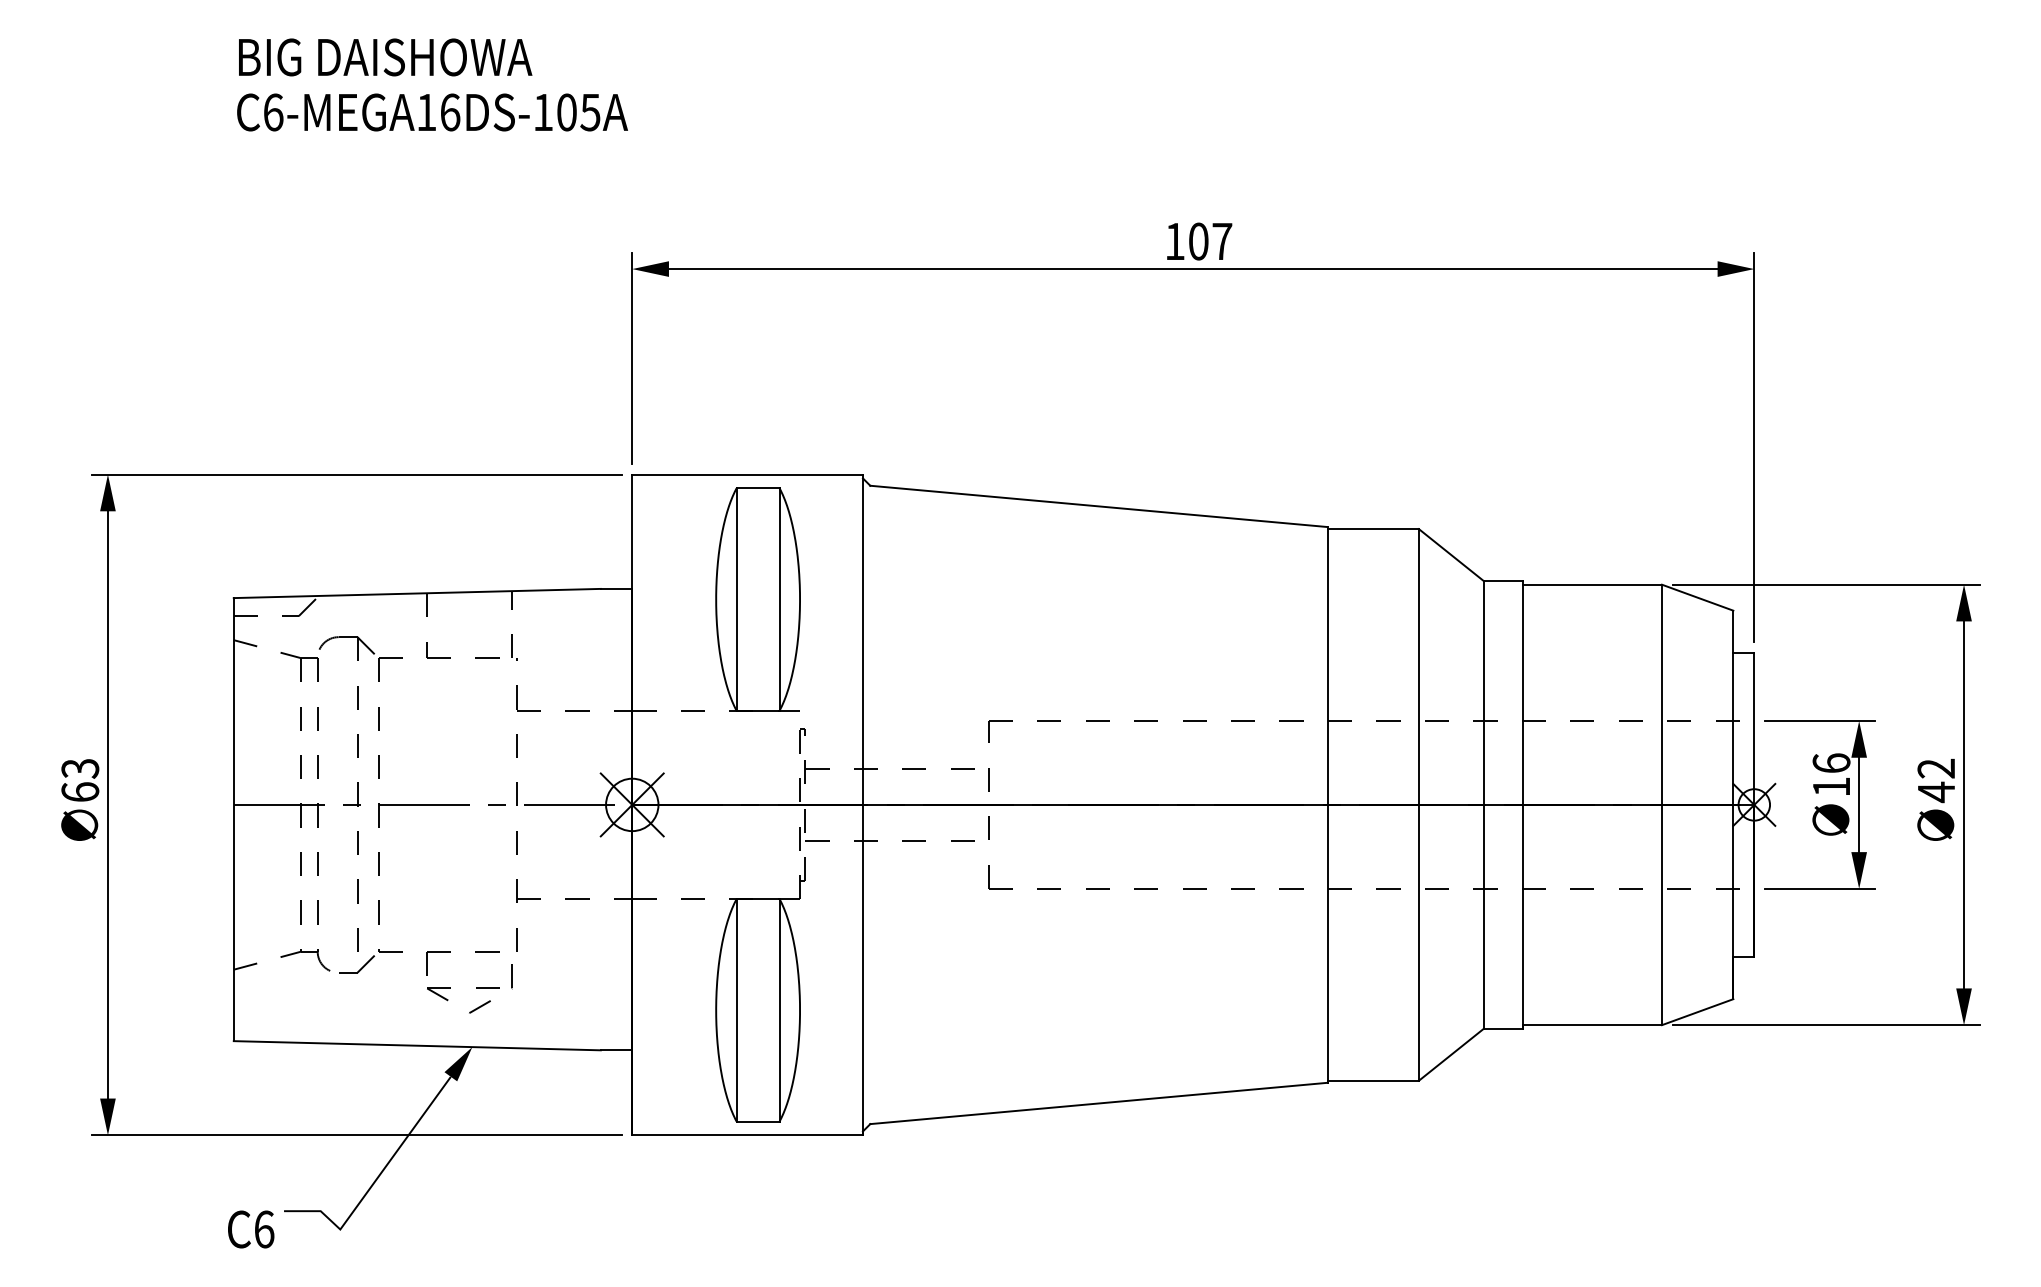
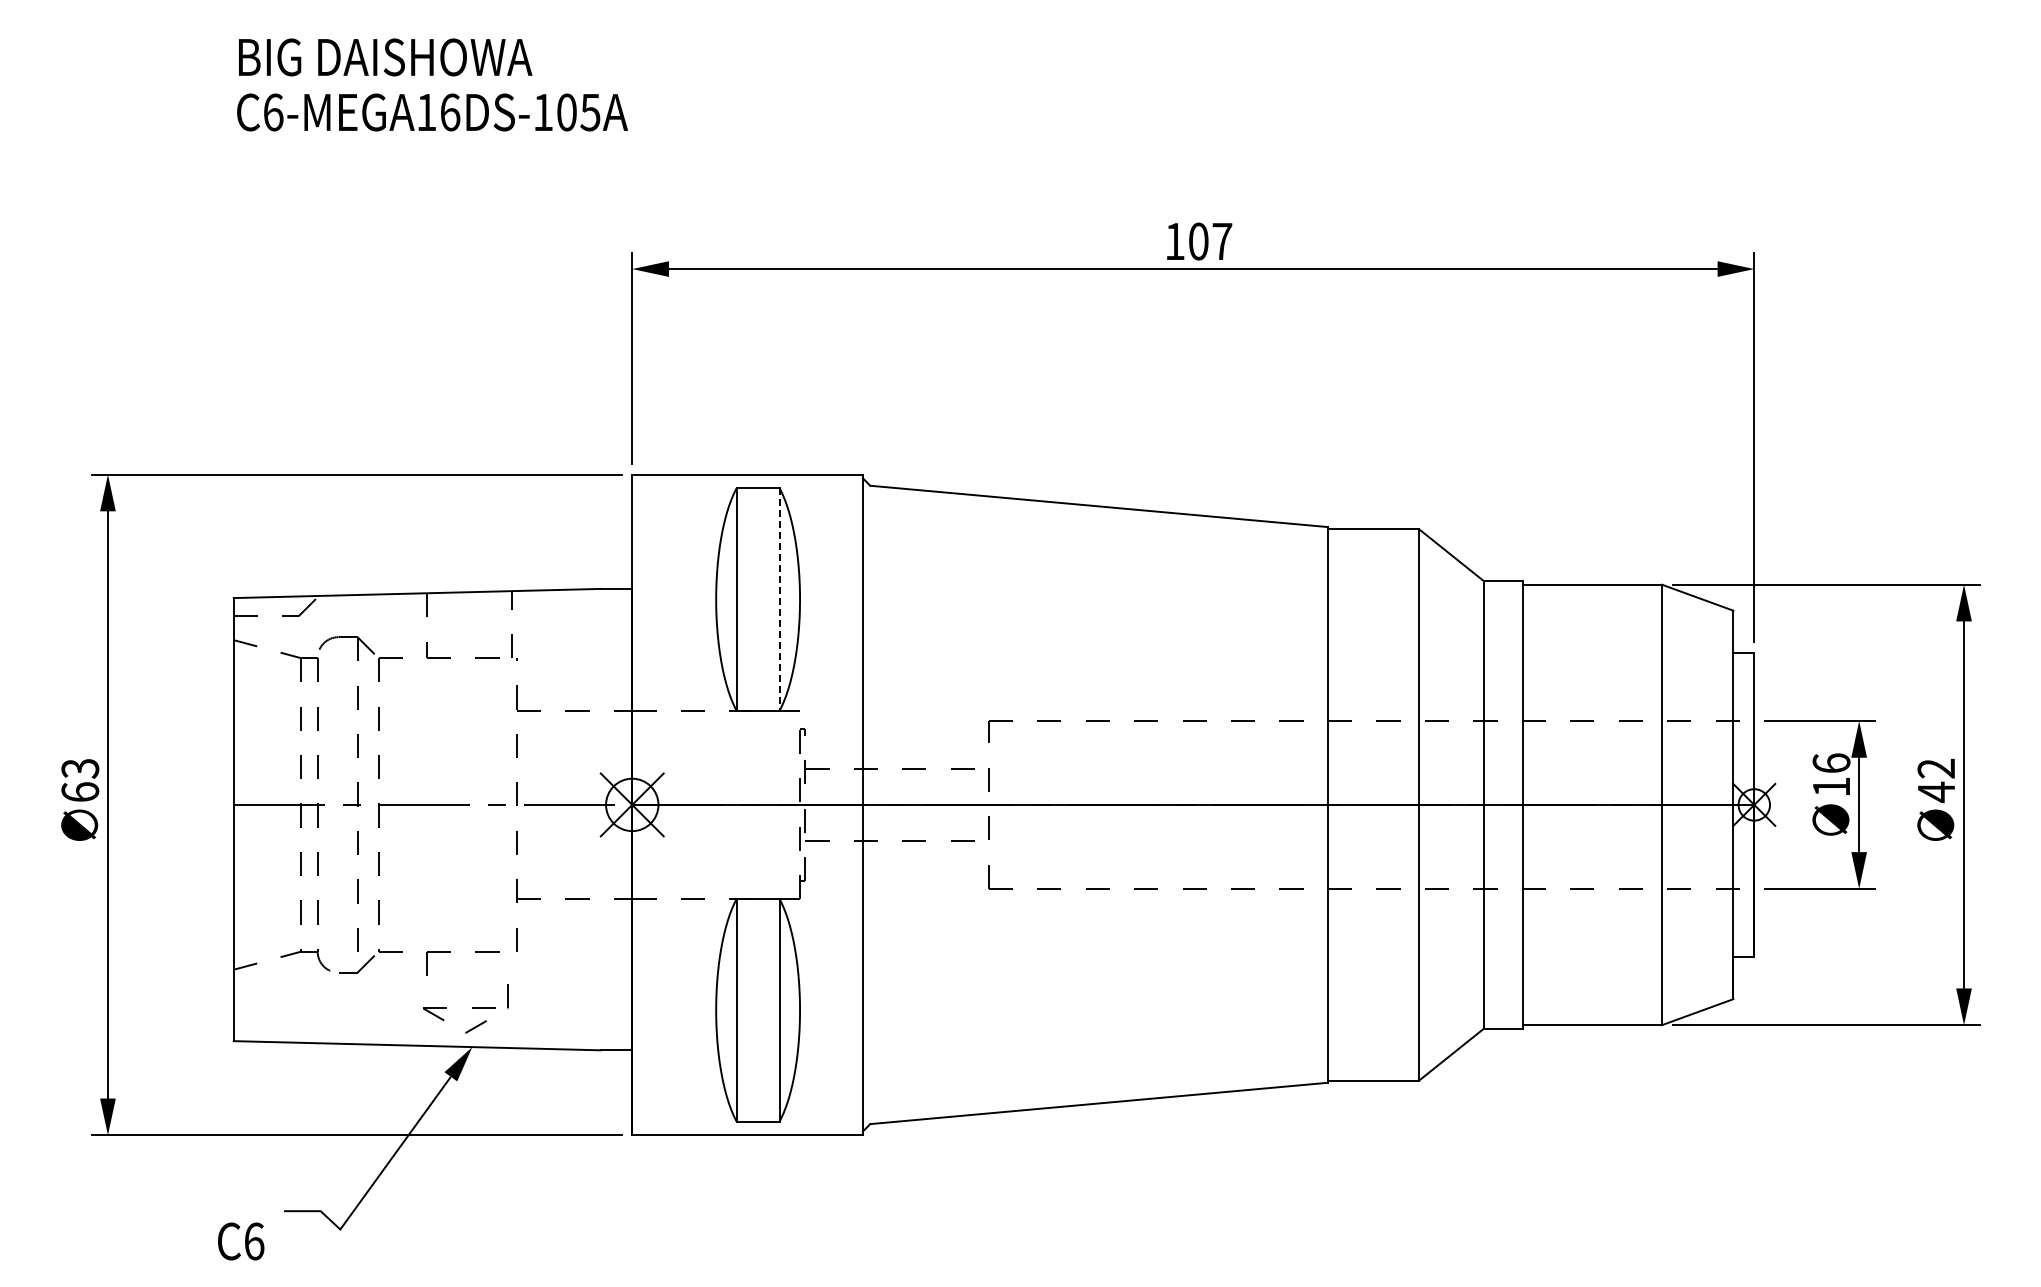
line at (779, 600): solid -> dashed
part at (476, 988) position: (476, 988) -> (472, 1008)
text at (251, 1229) position: (251, 1229) -> (241, 1241)
